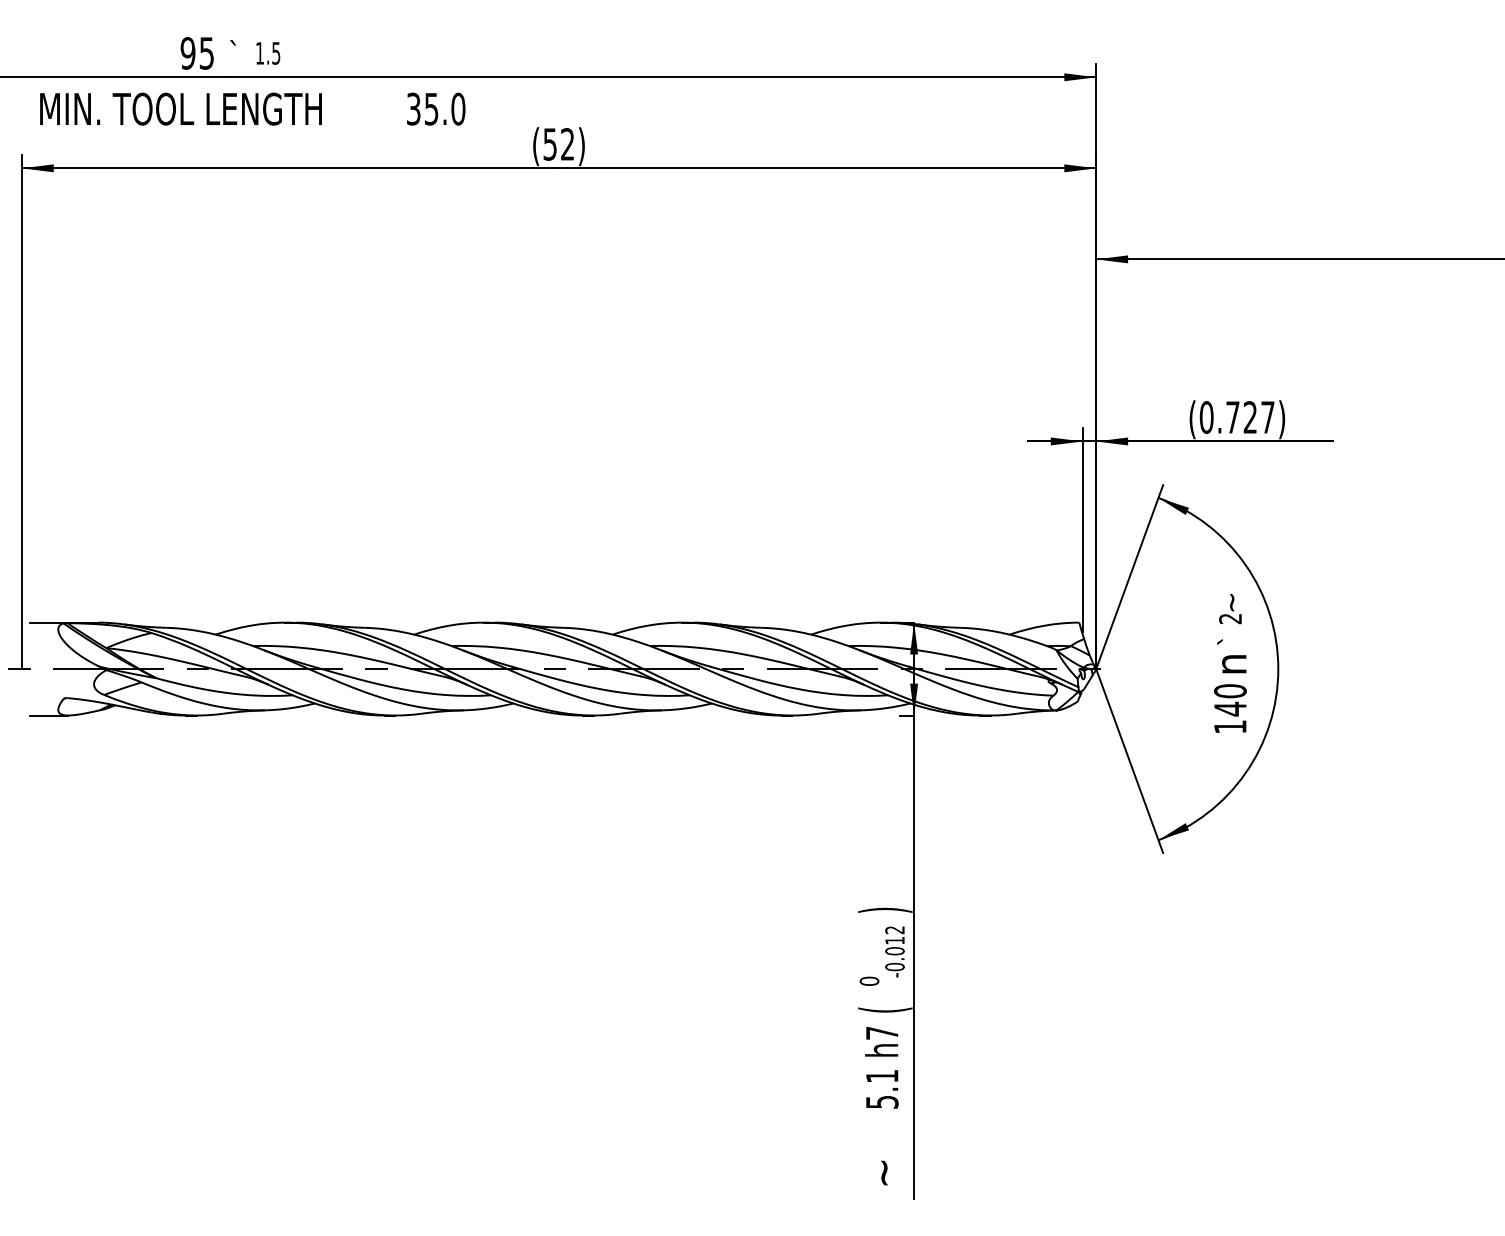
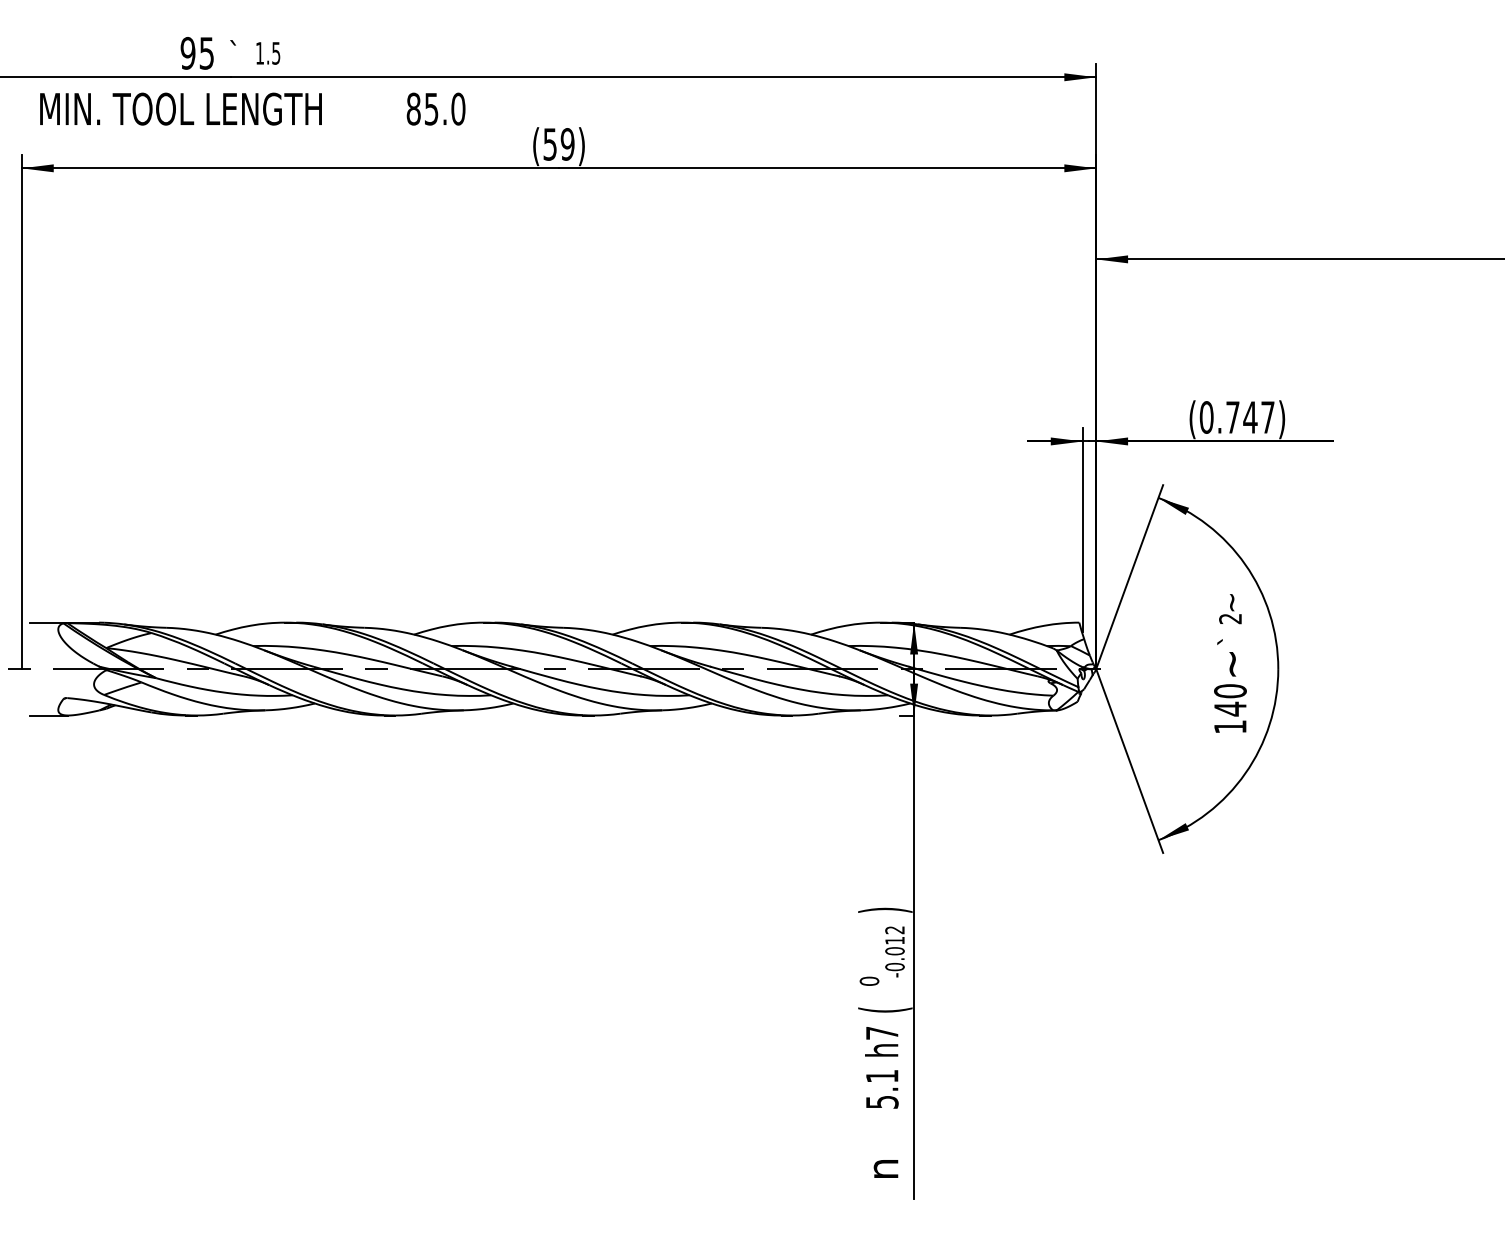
text at (413, 108): 35.0 -> 85.0
text at (567, 144): (52) -> (59)
text at (1250, 417): (0.727) -> (0.747)
text at (1234, 664): n -> ~
text at (885, 1172): ~ -> n
